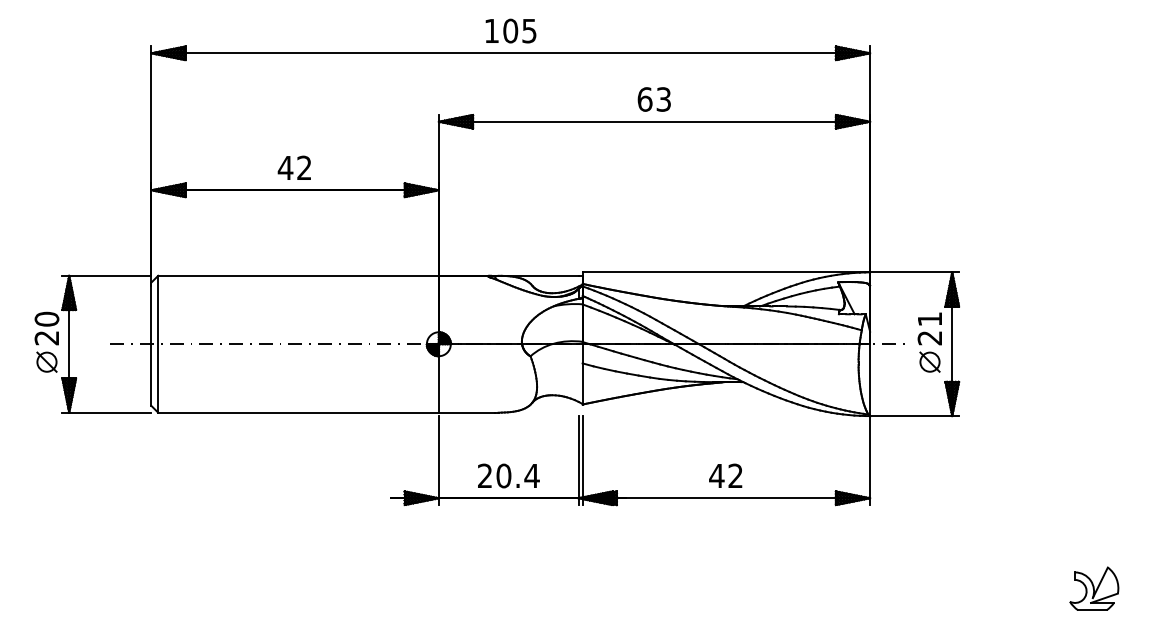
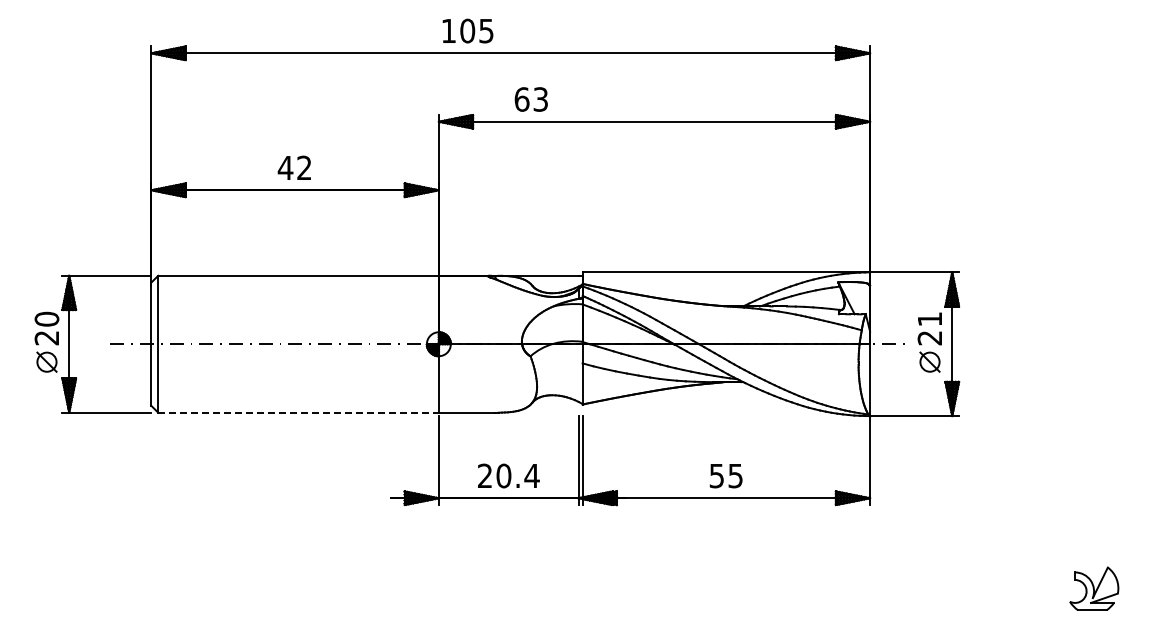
text at (510, 30) position: (510, 30) -> (467, 30)
text at (653, 99) position: (653, 99) -> (530, 99)
line at (299, 412): solid -> dashed
text at (725, 475): 42 -> 55
